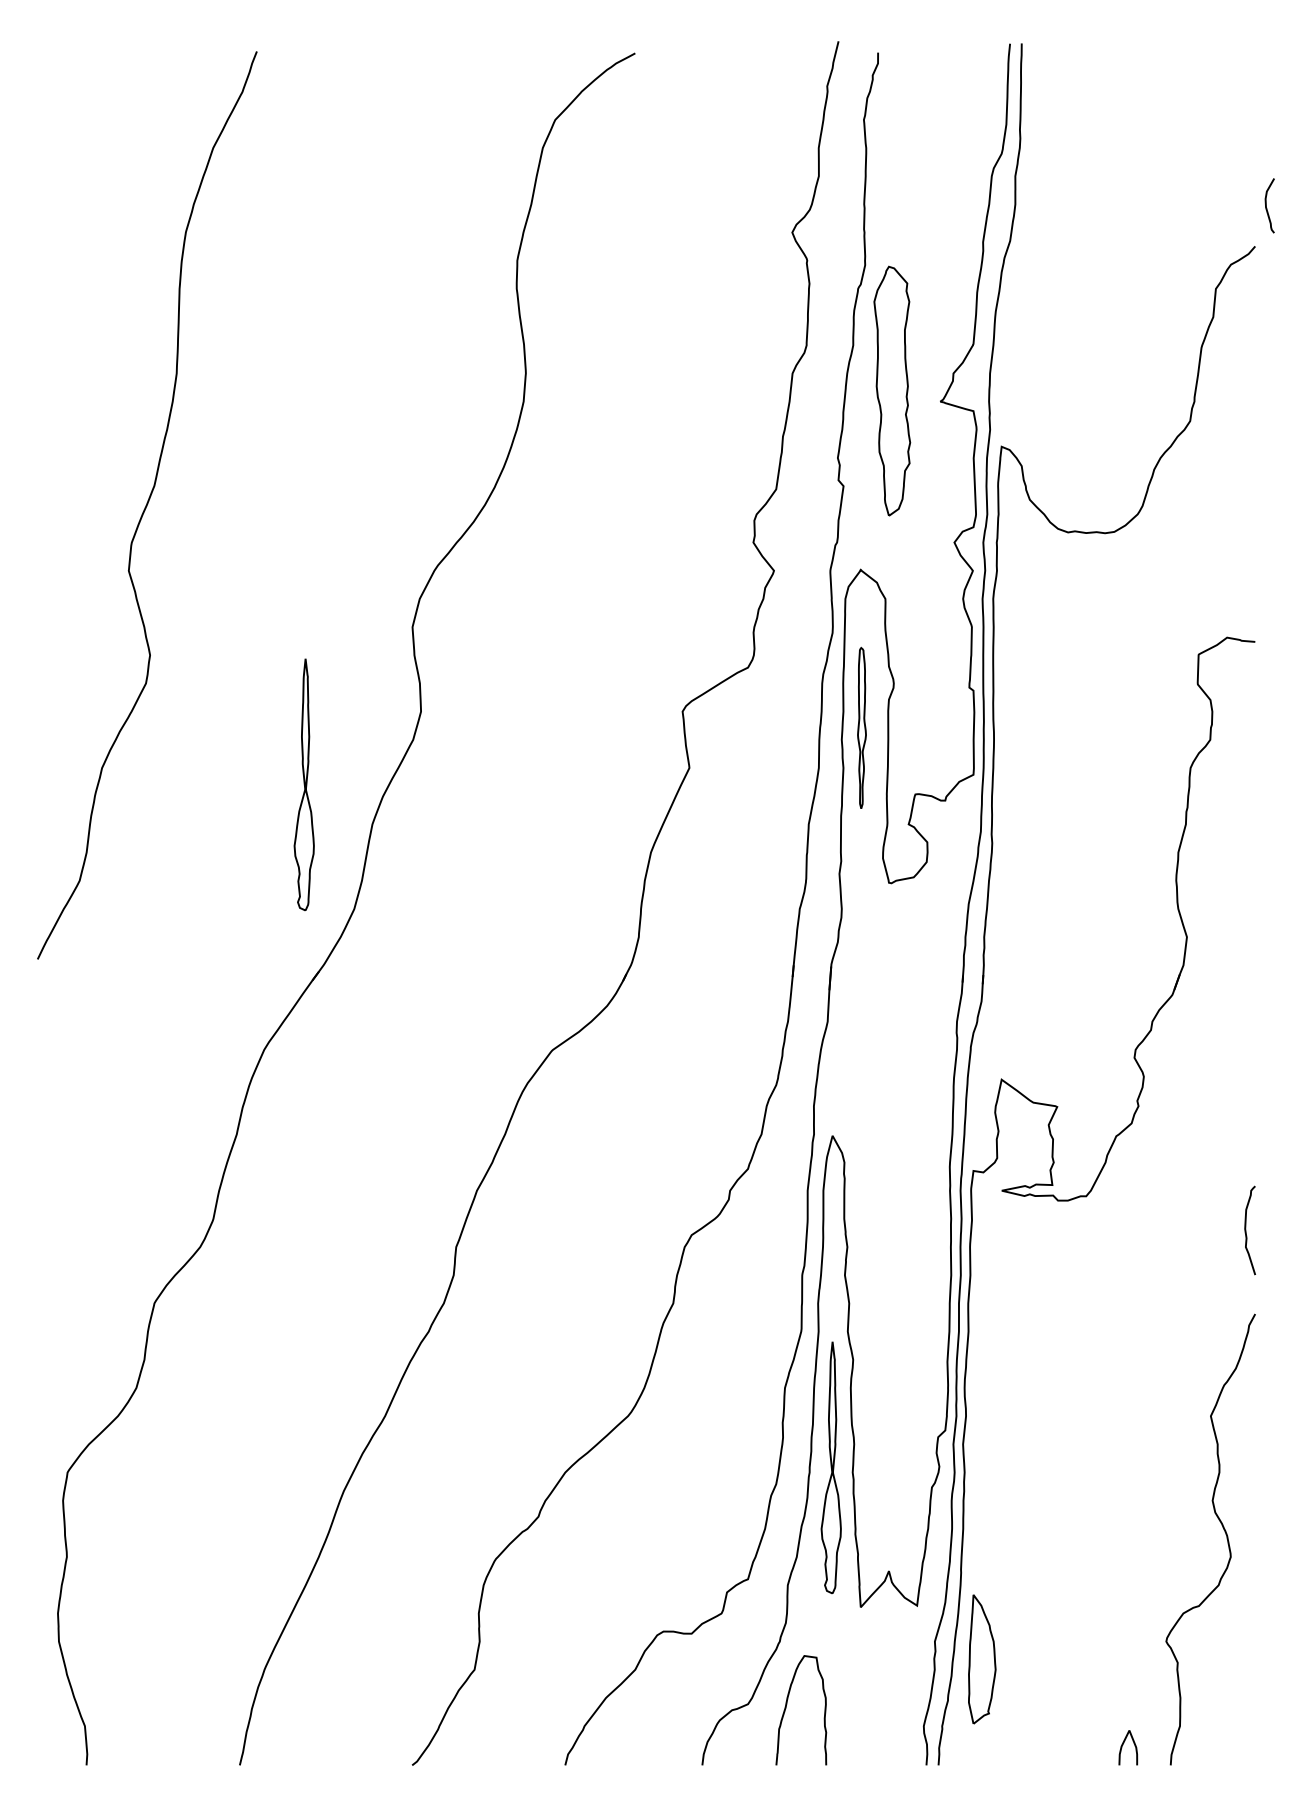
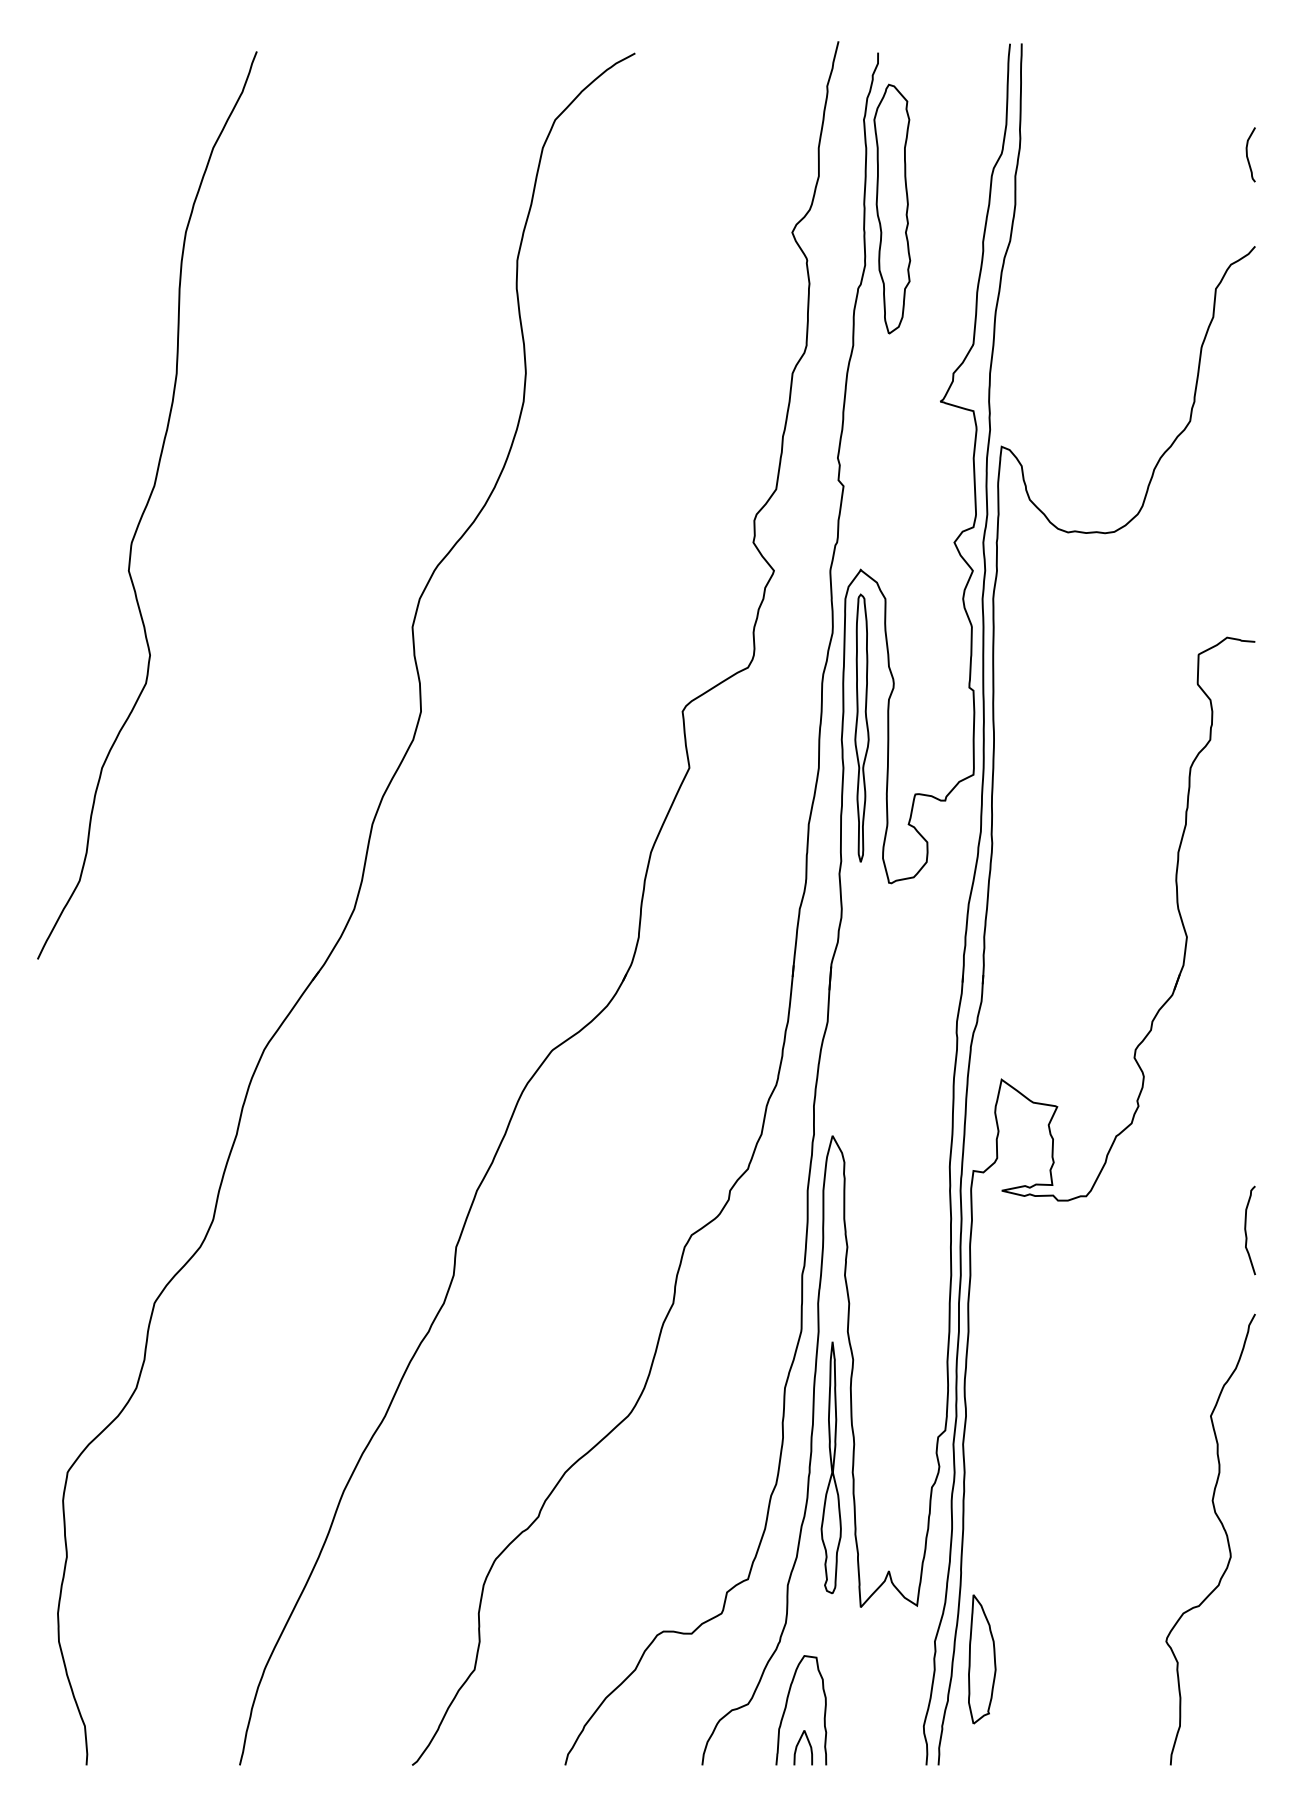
curve at (1266, 205) position: (1266, 205) -> (1247, 154)
part at (892, 390) position: (892, 390) -> (892, 208)
part at (861, 727) size: 10x163 px -> 16x270 px
part at (303, 784): present -> none
curve at (1123, 1745) position: (1123, 1745) -> (798, 1745)
